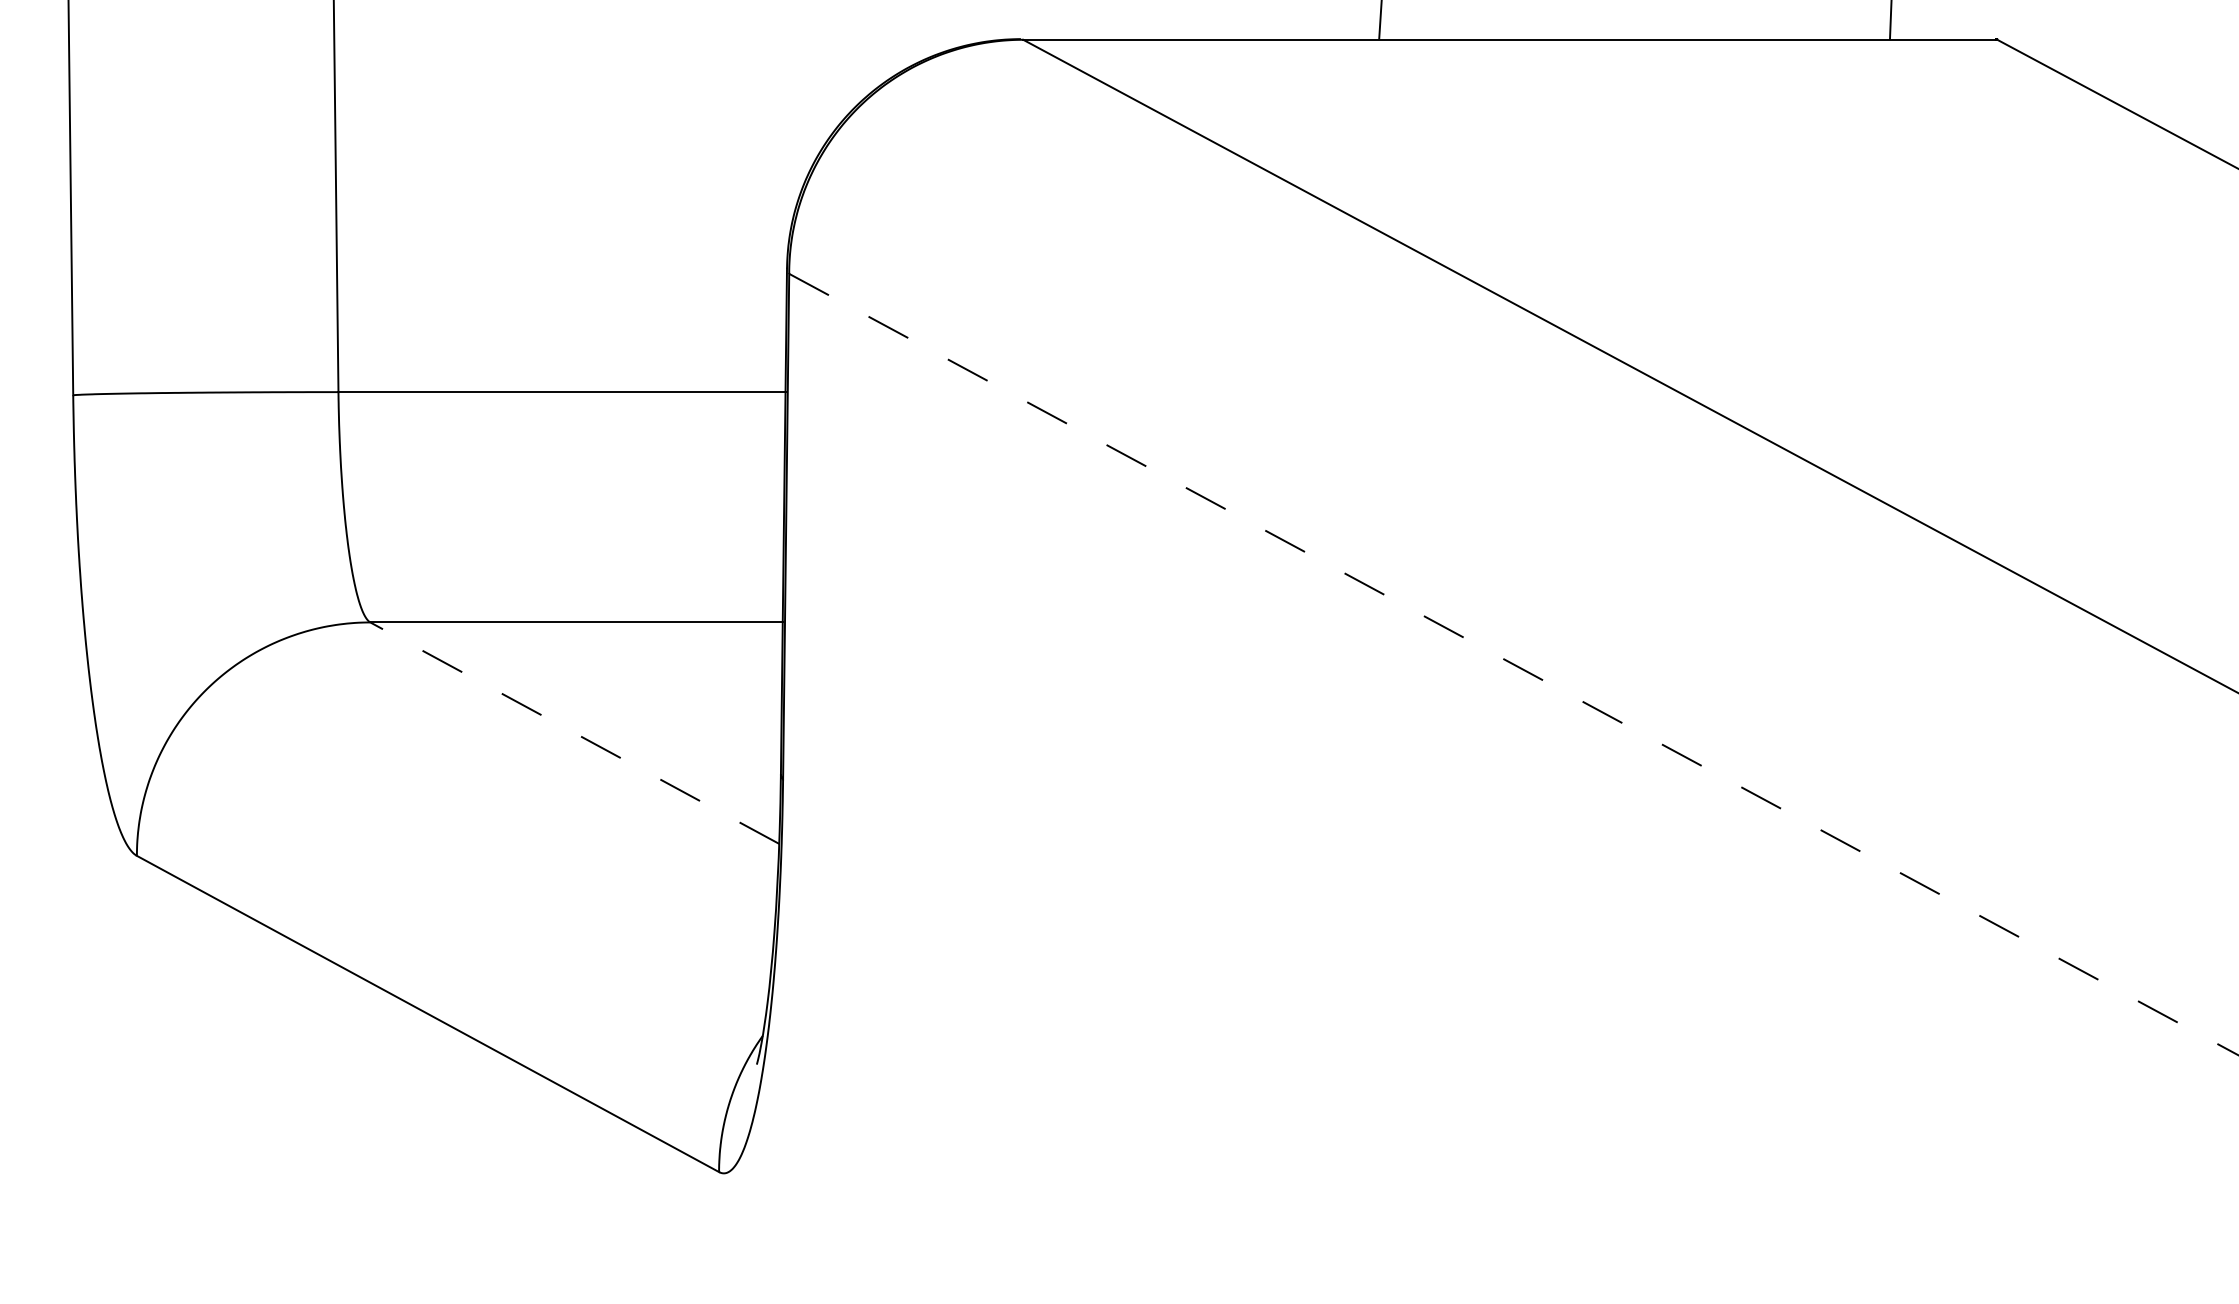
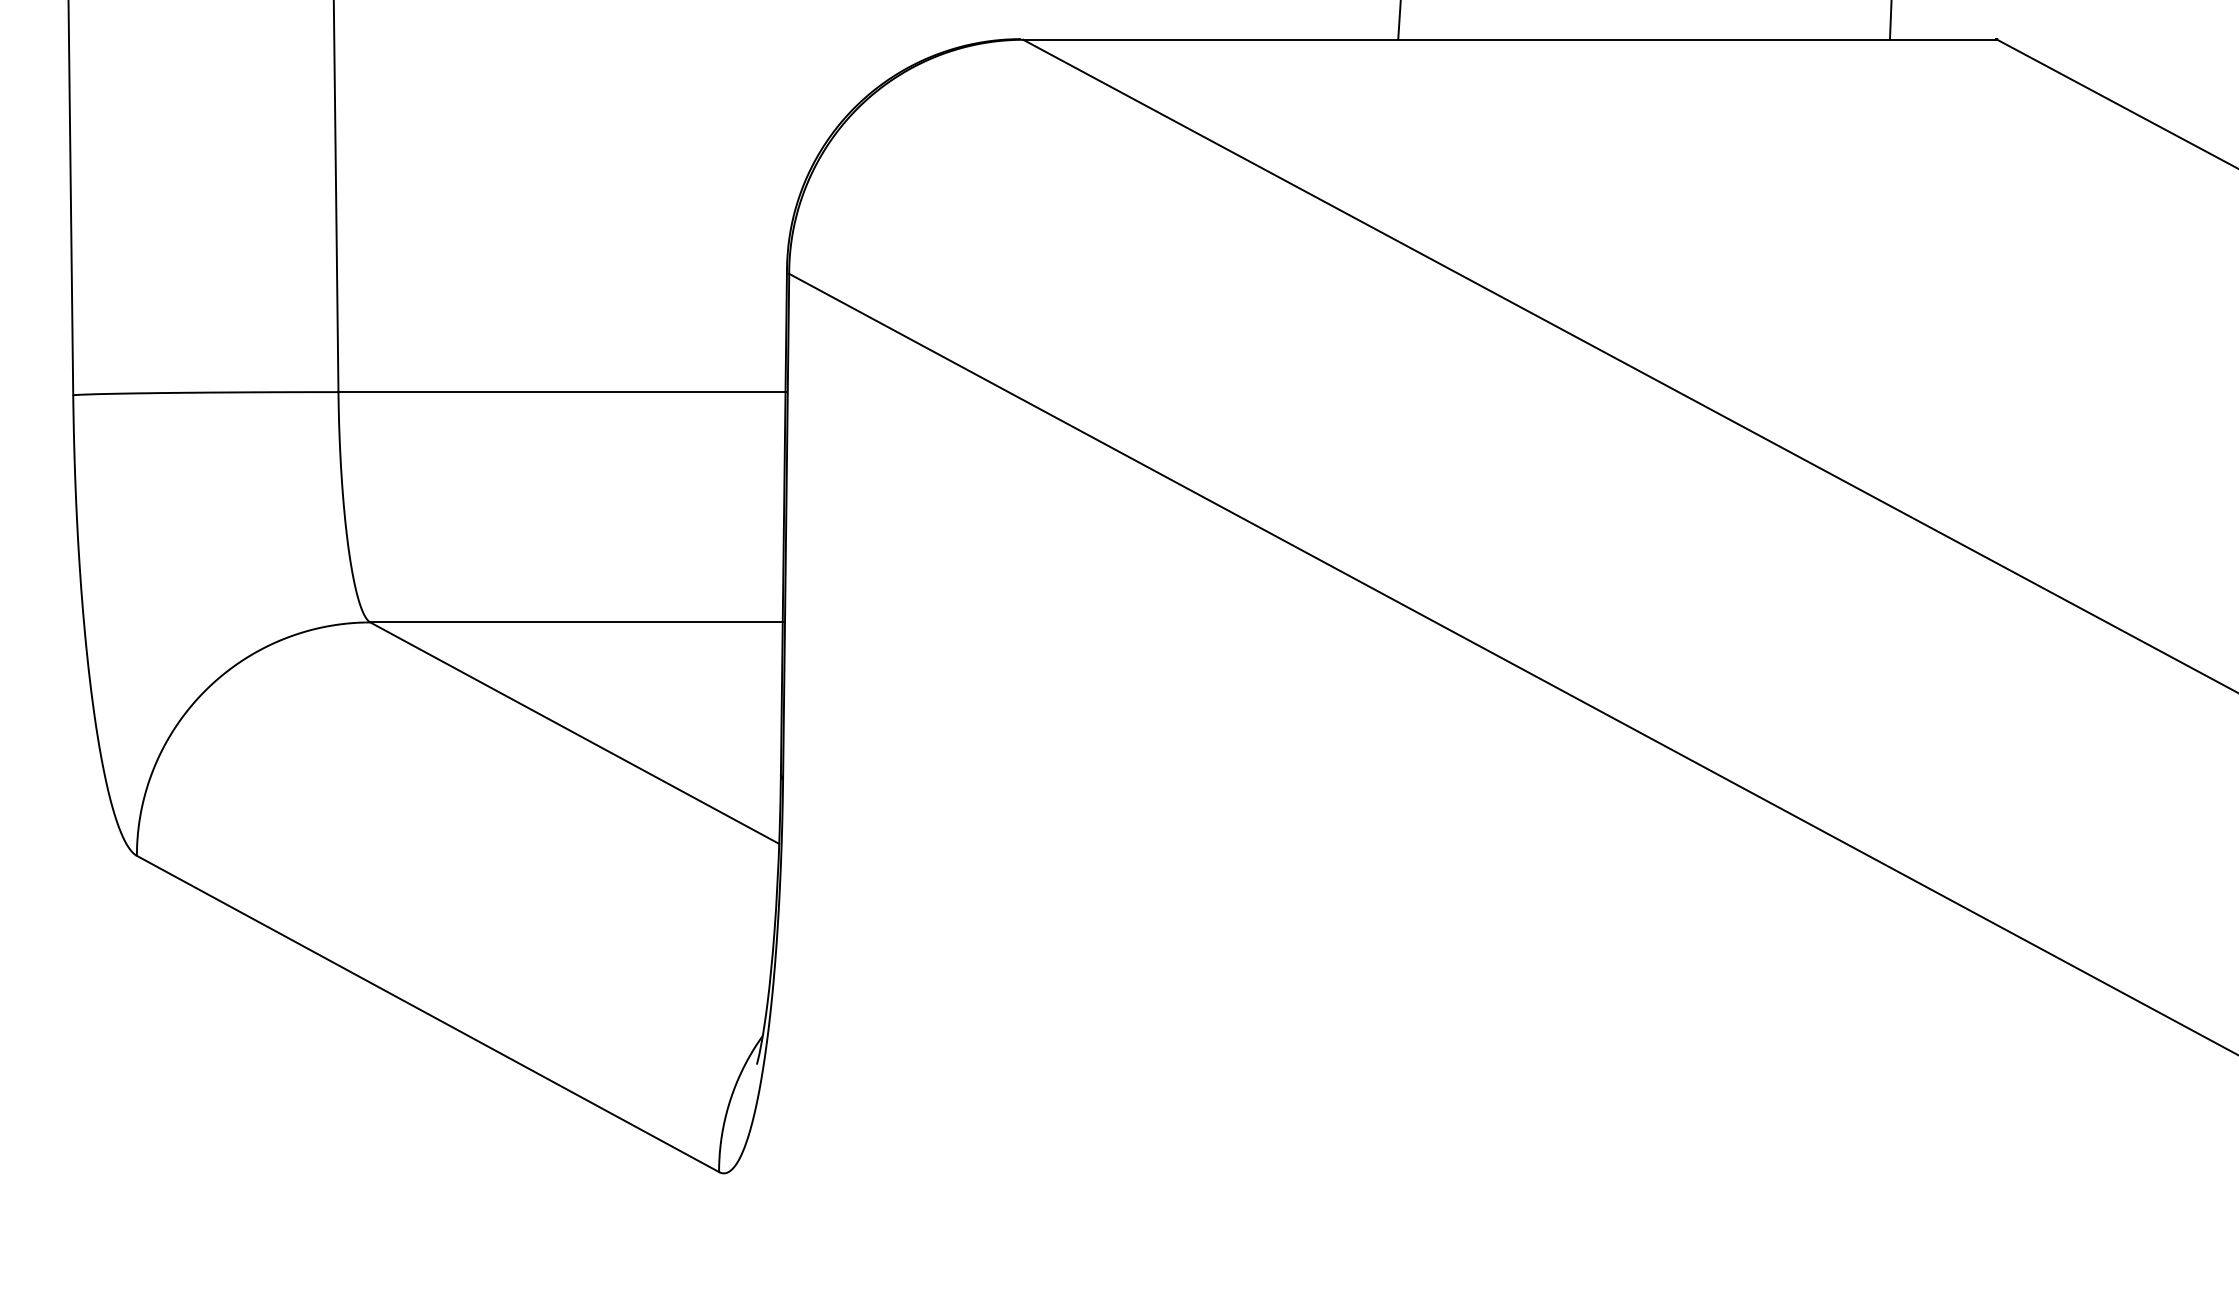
line at (1380, 20) position: (1380, 20) -> (1399, 20)
line at (1514, 664): dashed -> solid
line at (574, 733): dashed -> solid
